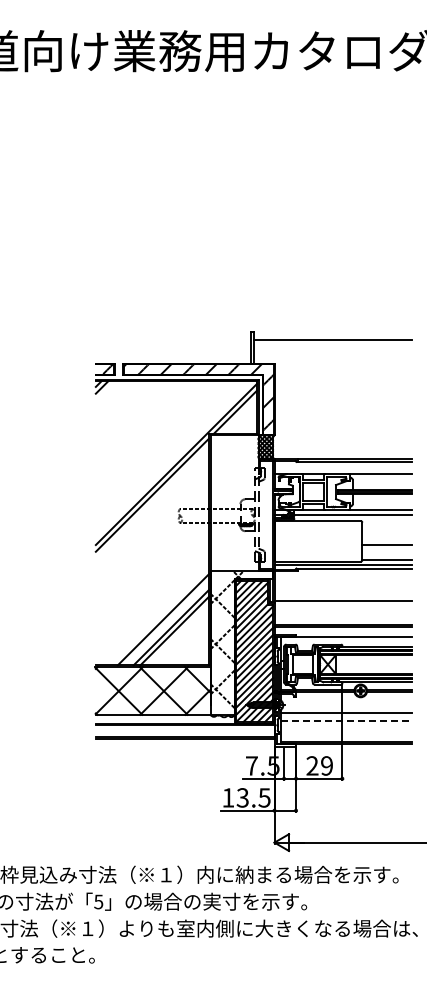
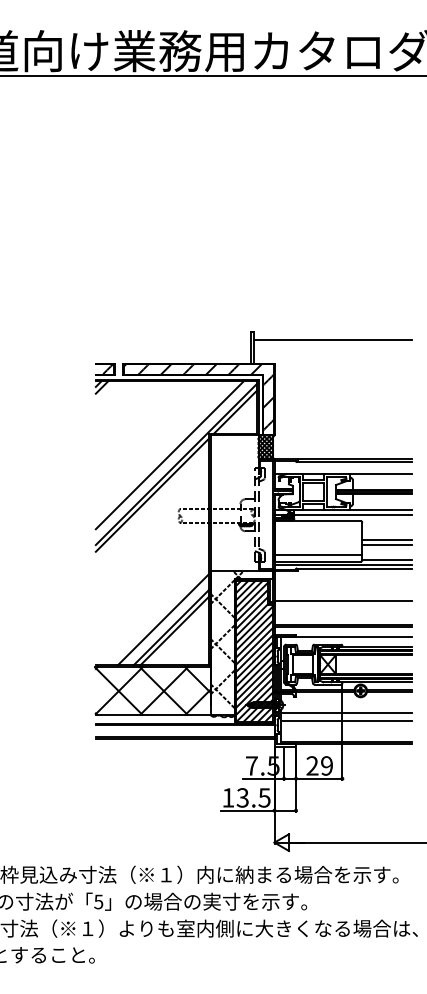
line at (212, 76): none -> present
line at (169, 455): none -> present
line at (386, 539): none -> present
line at (318, 555): none -> present
line at (346, 721): dashed -> solid
